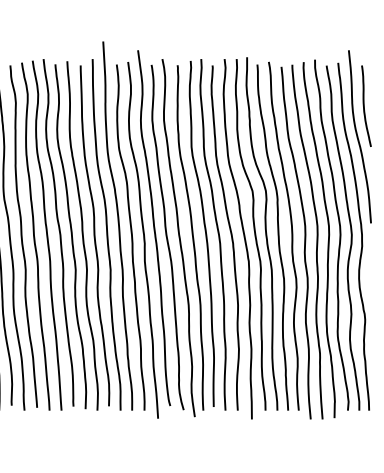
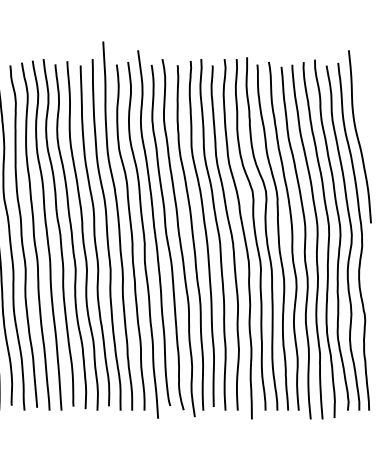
curve at (364, 105): present -> none
